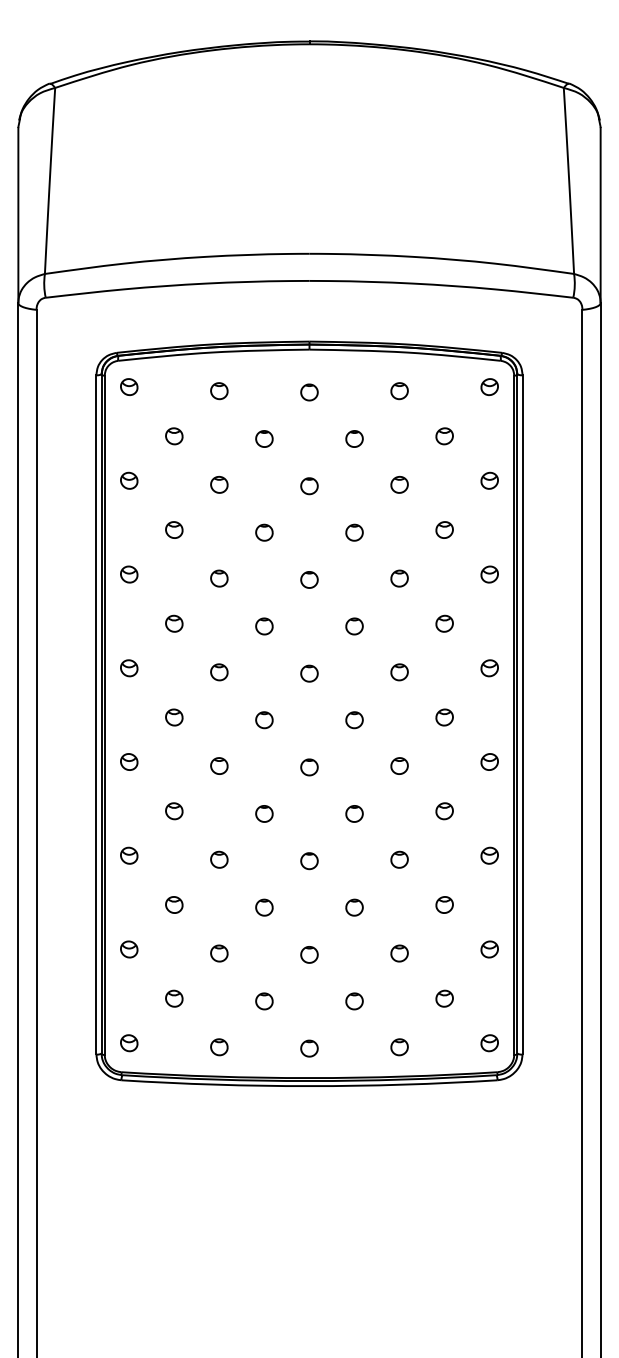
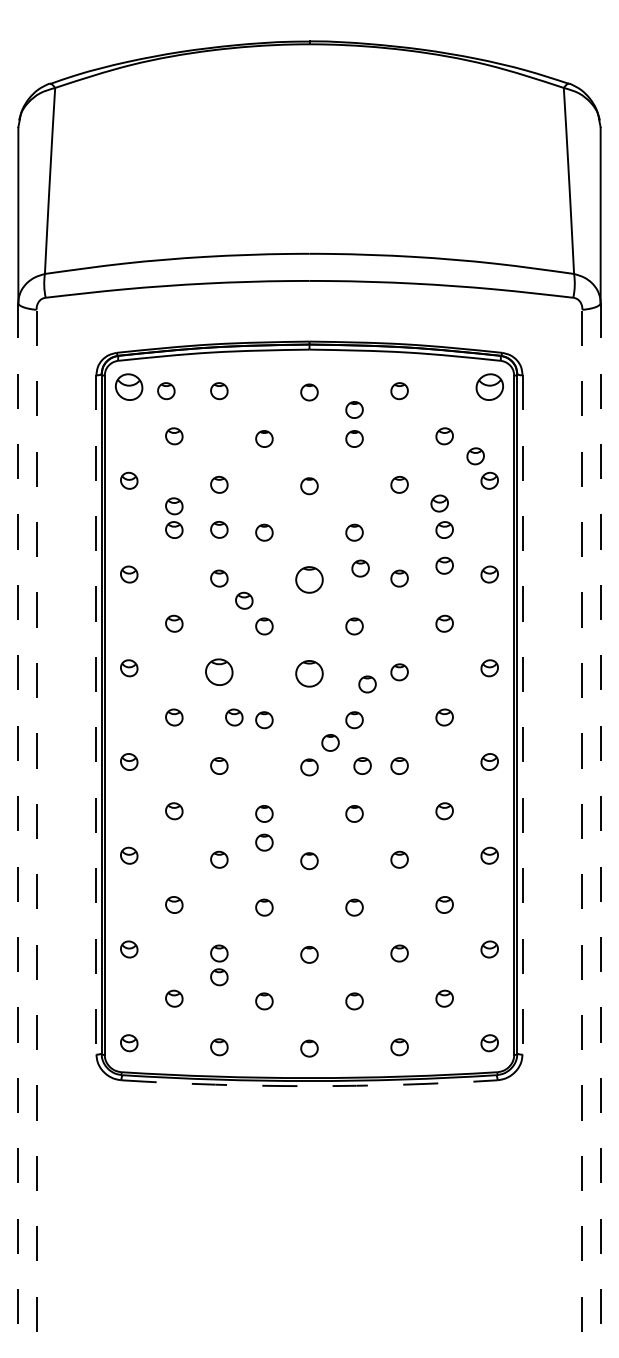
part at (129, 386) size: 19x18 px -> 29x28 px
part at (489, 386) size: 19x18 px -> 29x28 px
part at (166, 391): none -> present
part at (354, 409): none -> present
part at (475, 456): none -> present
part at (439, 503): none -> present
part at (174, 506): none -> present
part at (219, 529): none -> present
part at (444, 565): none -> present
part at (360, 568): none -> present
part at (309, 579) size: 19x18 px -> 29x28 px
part at (244, 600): none -> present
part at (219, 672) size: 19x19 px -> 29x28 px
part at (309, 673) size: 19x19 px -> 29x28 px
part at (367, 684): none -> present
line at (96, 714): solid -> dashed
line at (522, 714): solid -> dashed
part at (234, 717): none -> present
part at (330, 742): none -> present
part at (362, 765): none -> present
line at (18, 830): solid -> dashed
line at (600, 830): solid -> dashed
line at (36, 833): solid -> dashed
line at (582, 833): solid -> dashed
part at (264, 842): none -> present
part at (219, 977): none -> present
arc at (309, 1086): solid -> dashed
